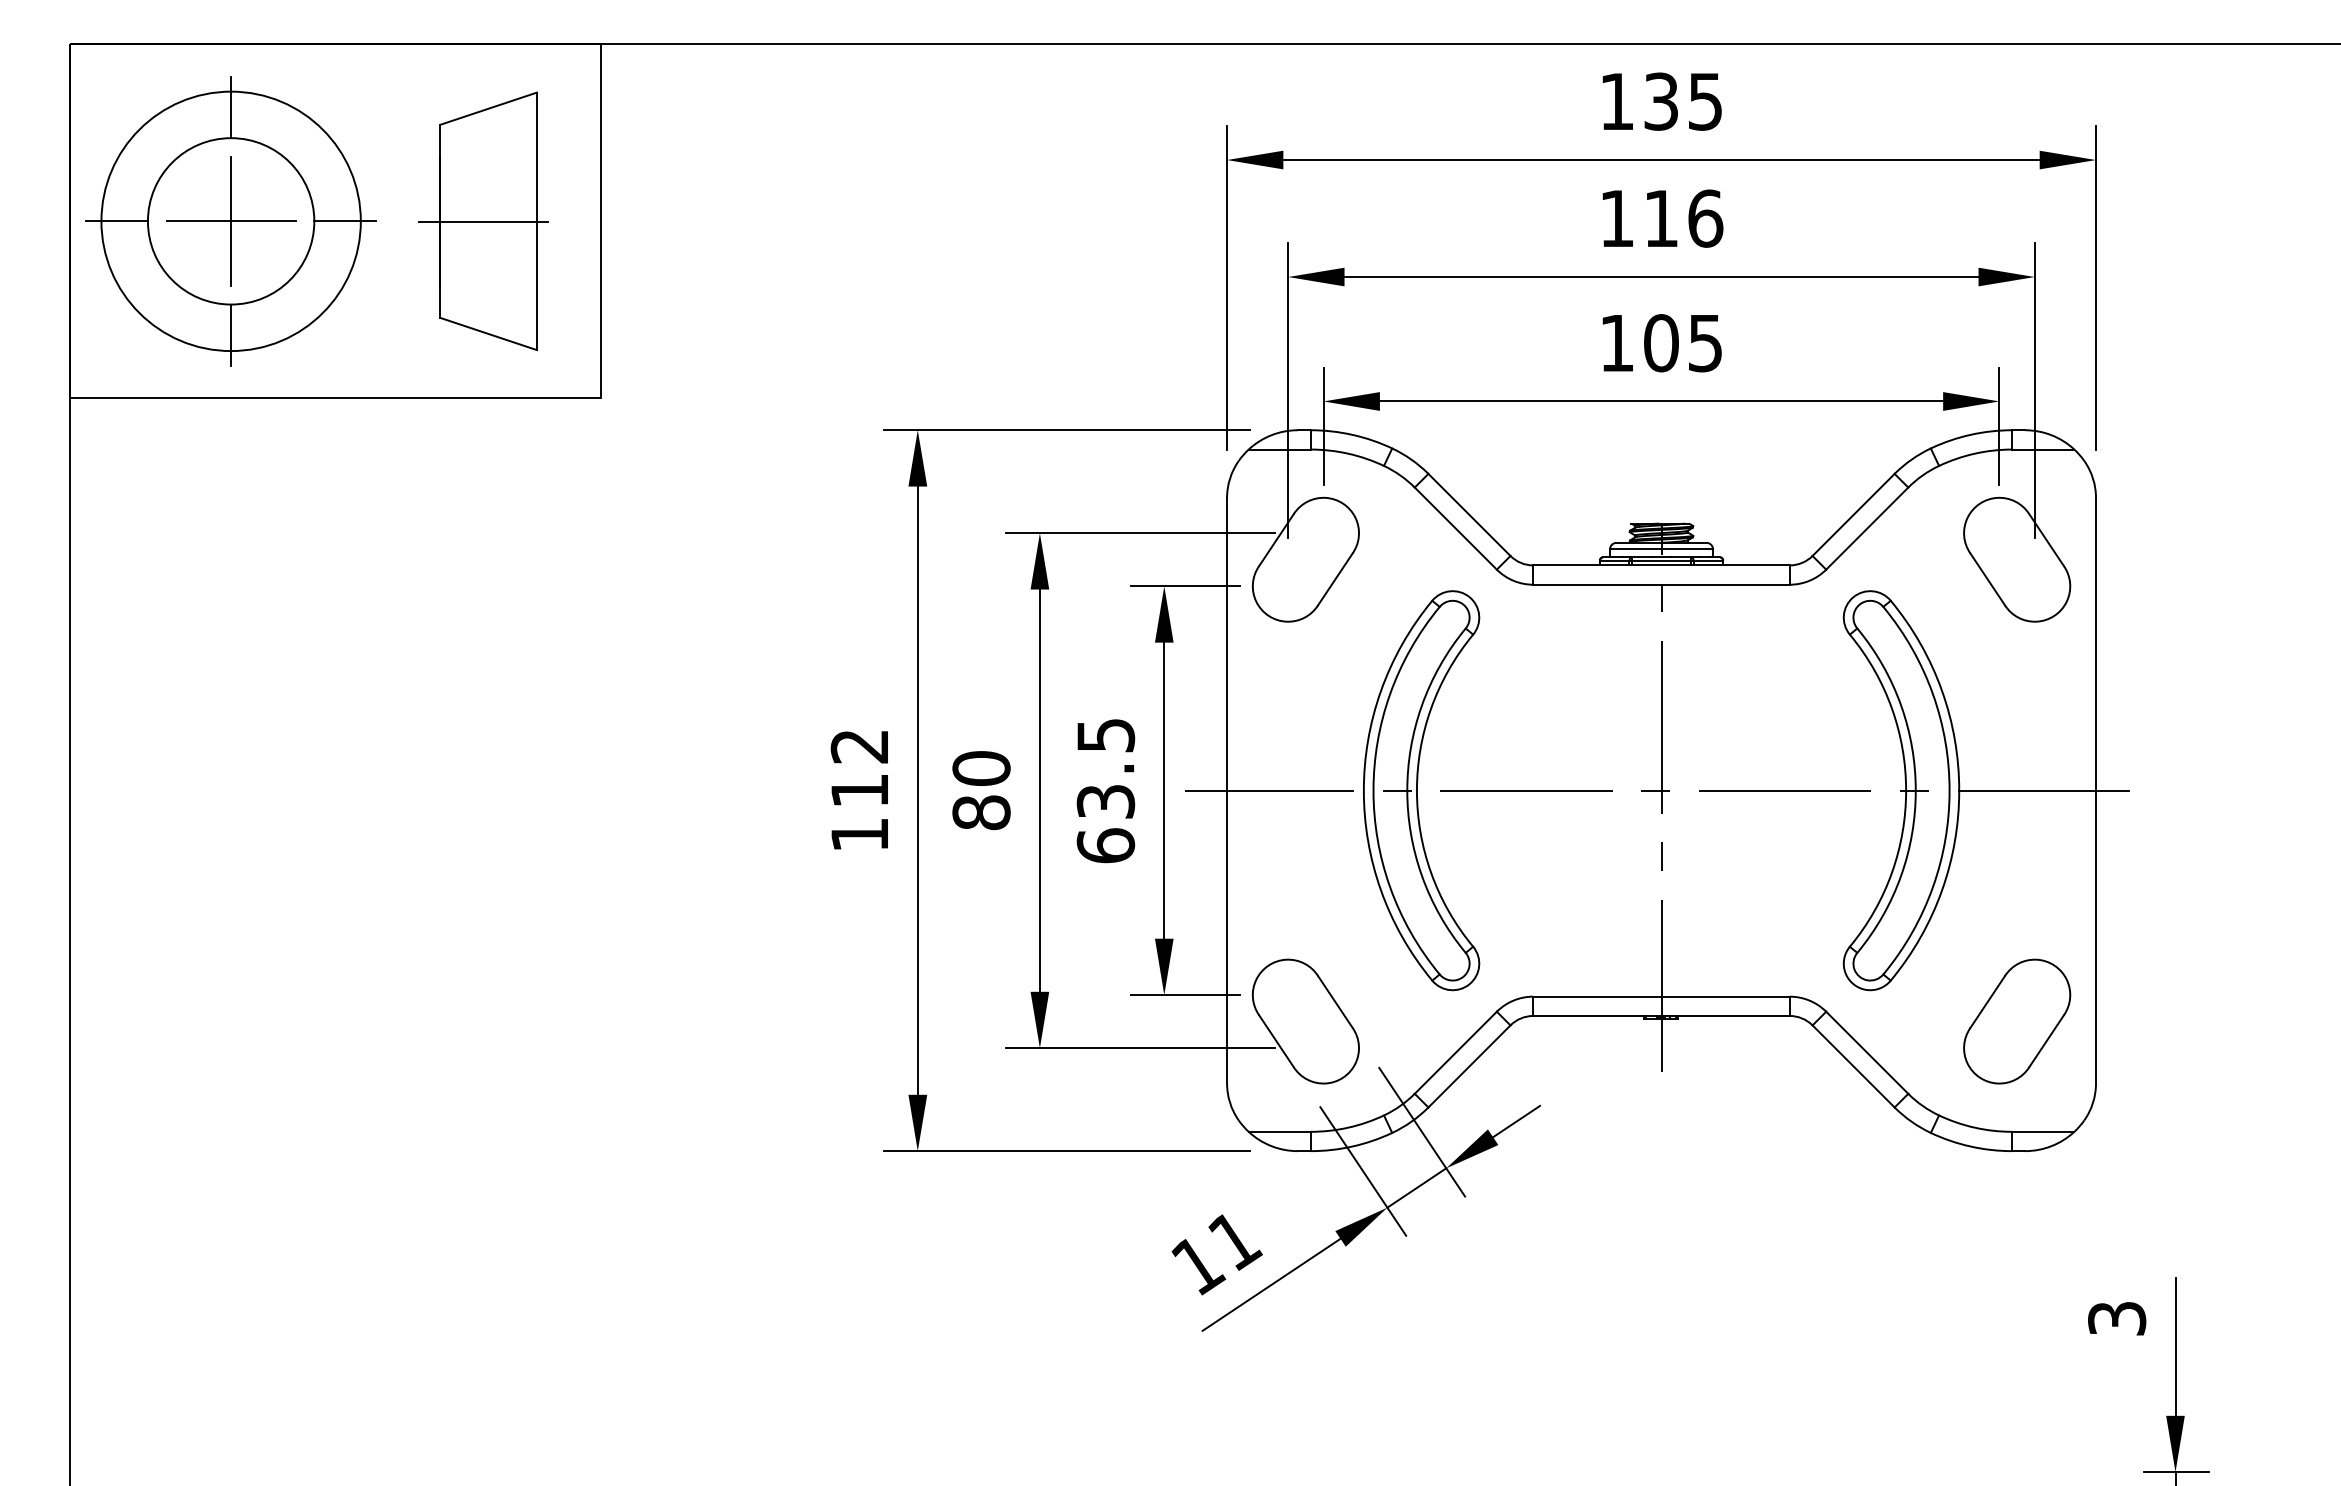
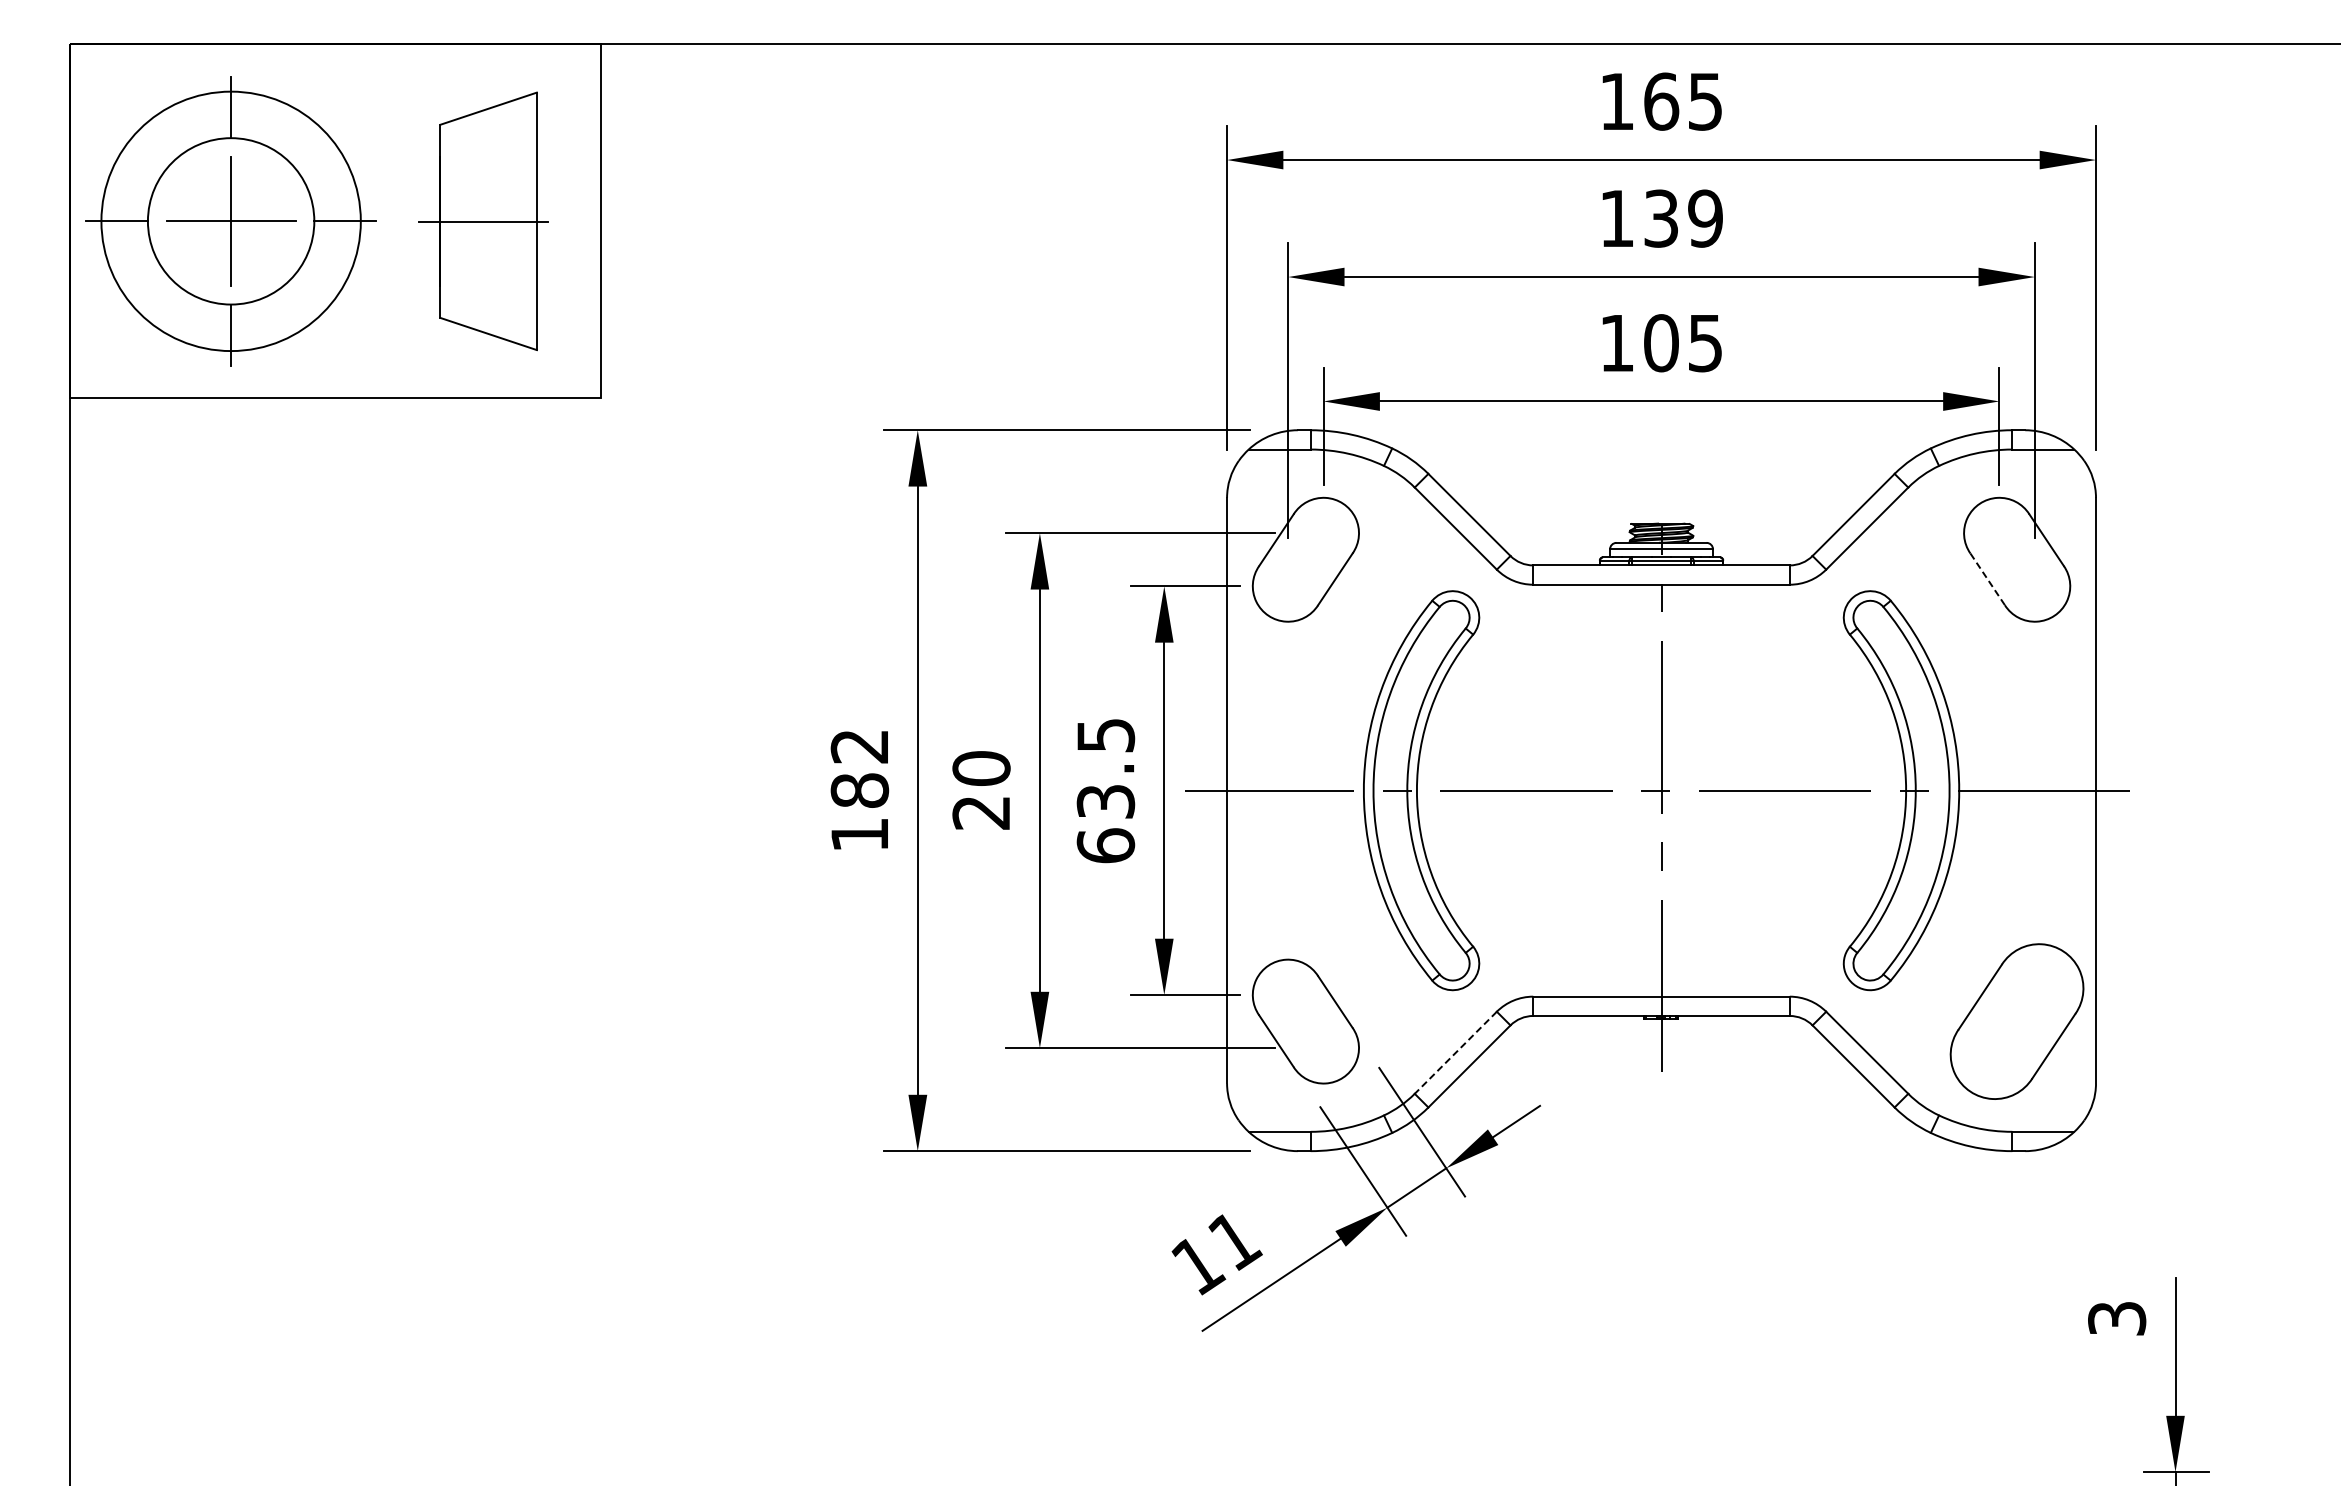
text at (1661, 101): 135 -> 165
text at (1683, 218): 116 -> 139
line at (1987, 579): solid -> dashed
text at (859, 790): 112 -> 182
text at (981, 812): 80 -> 20
part at (2017, 1021) size: 109x127 px -> 136x157 px
line at (1455, 1053): solid -> dashed
